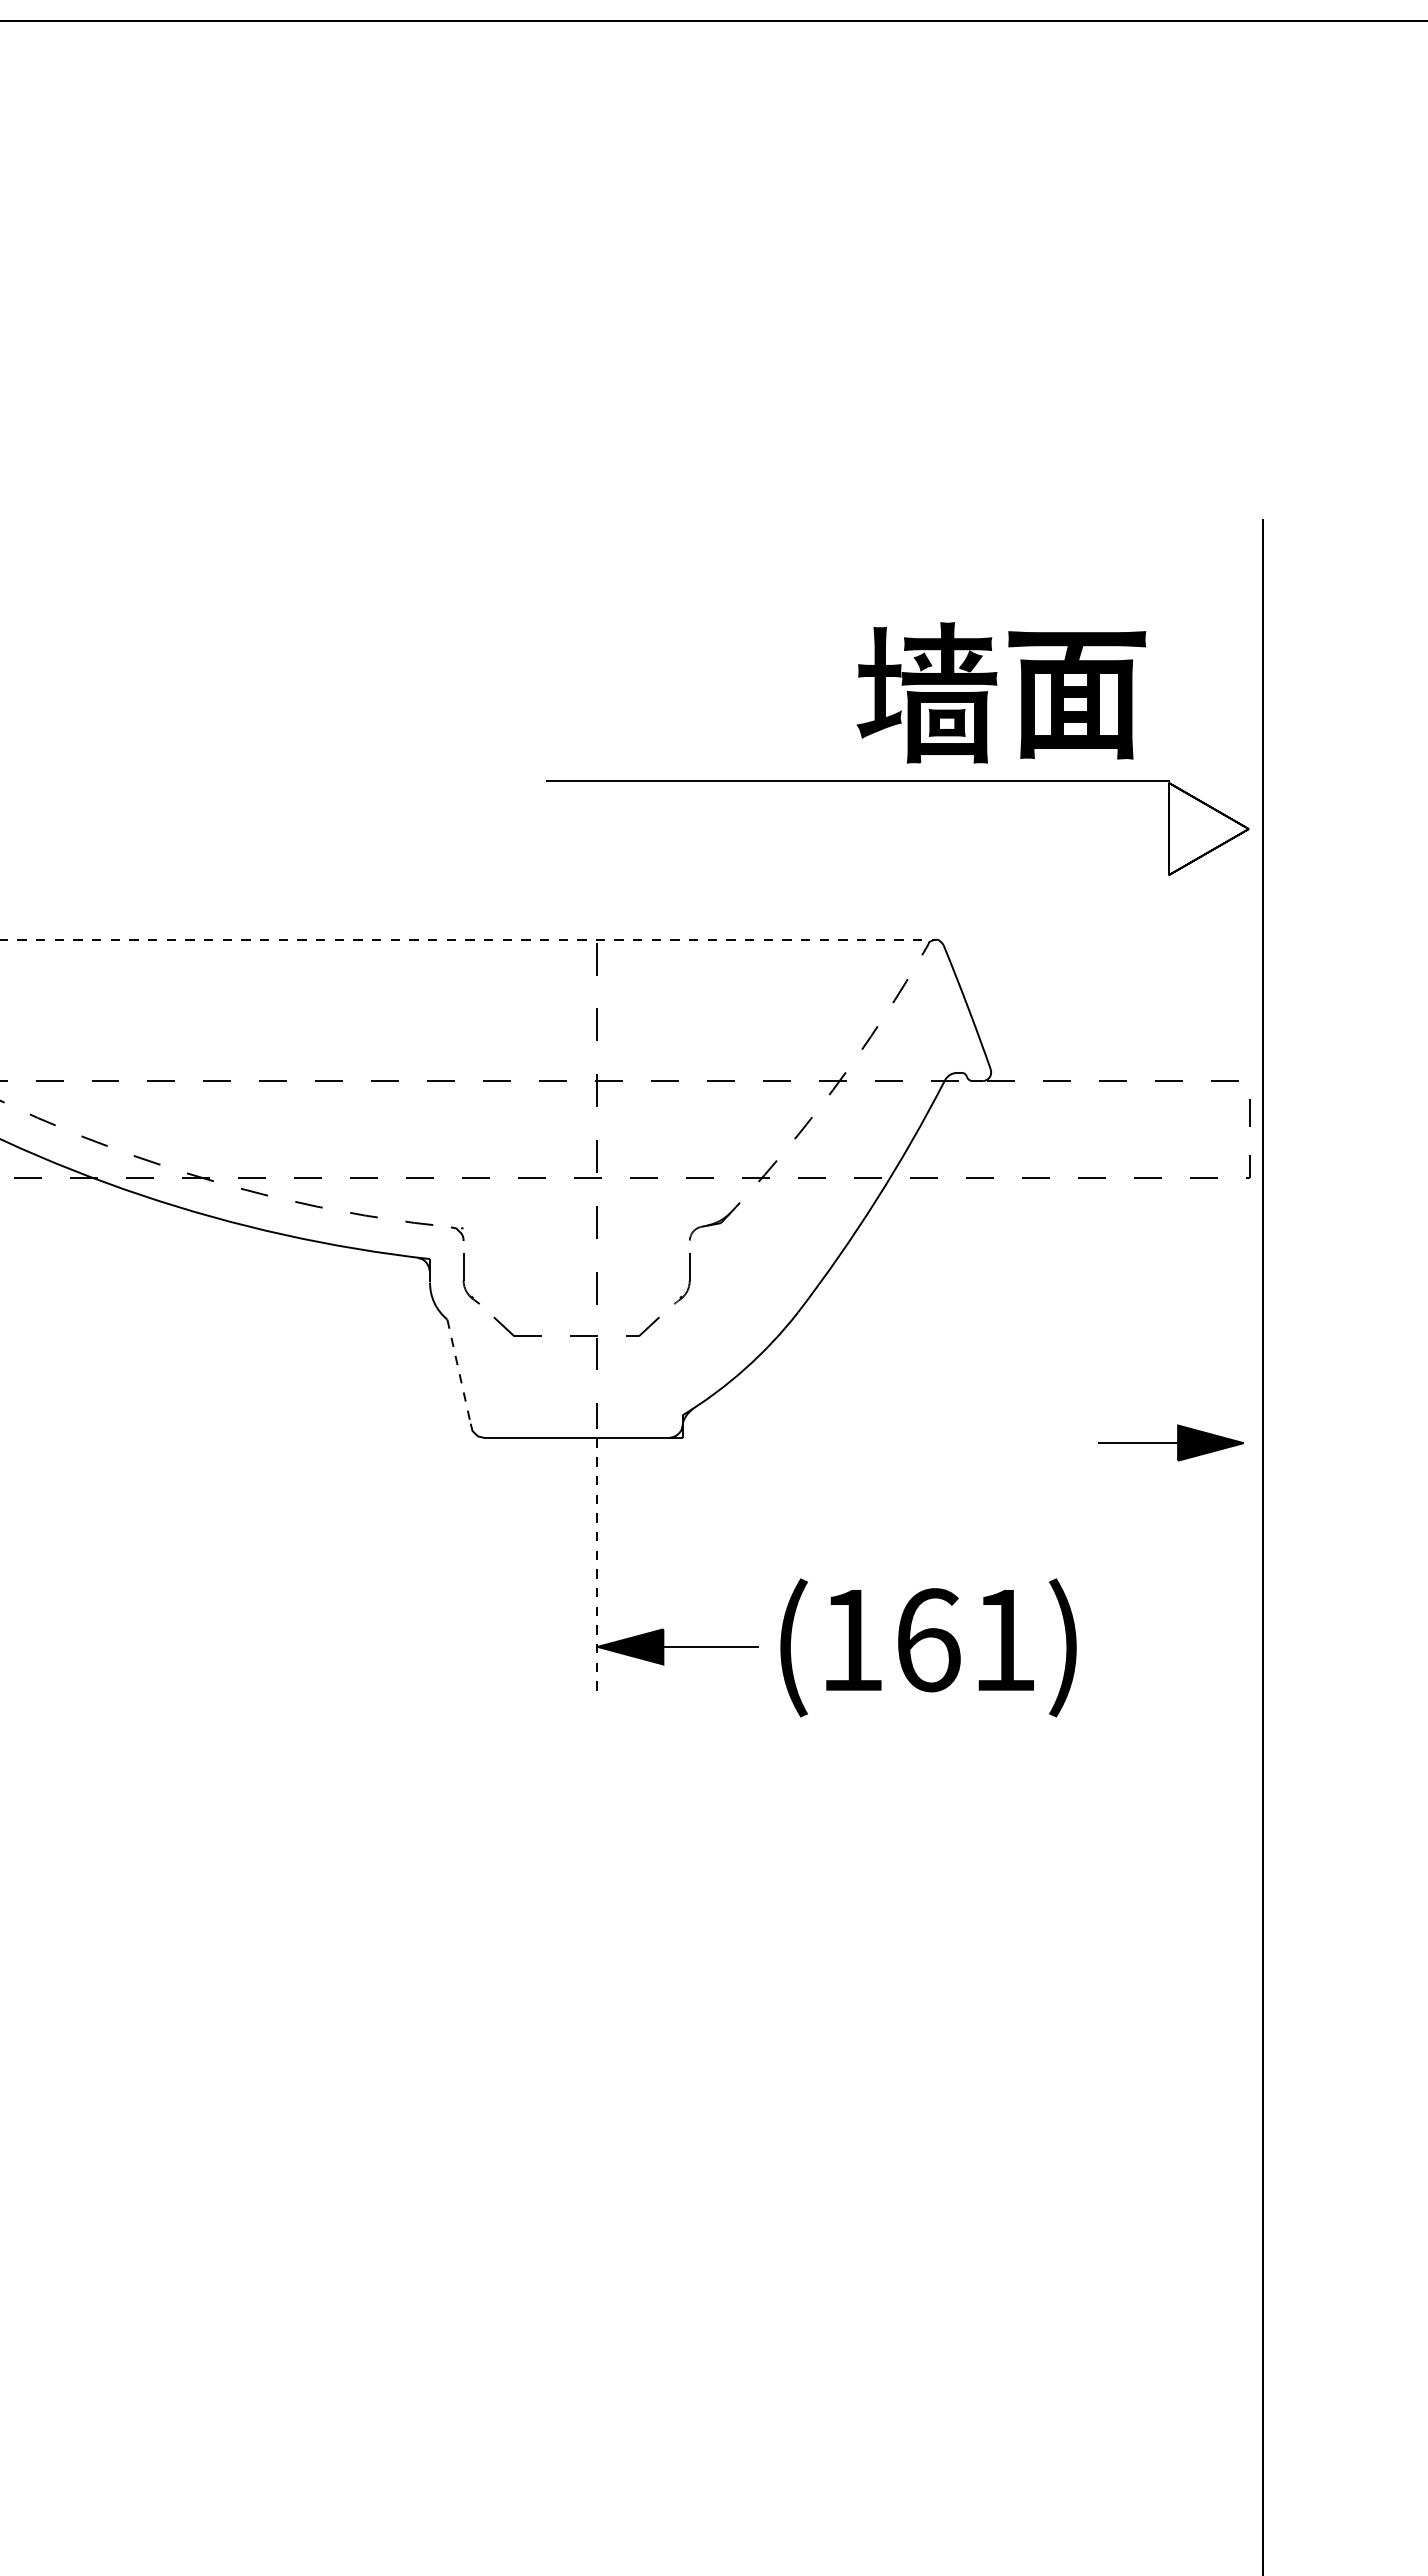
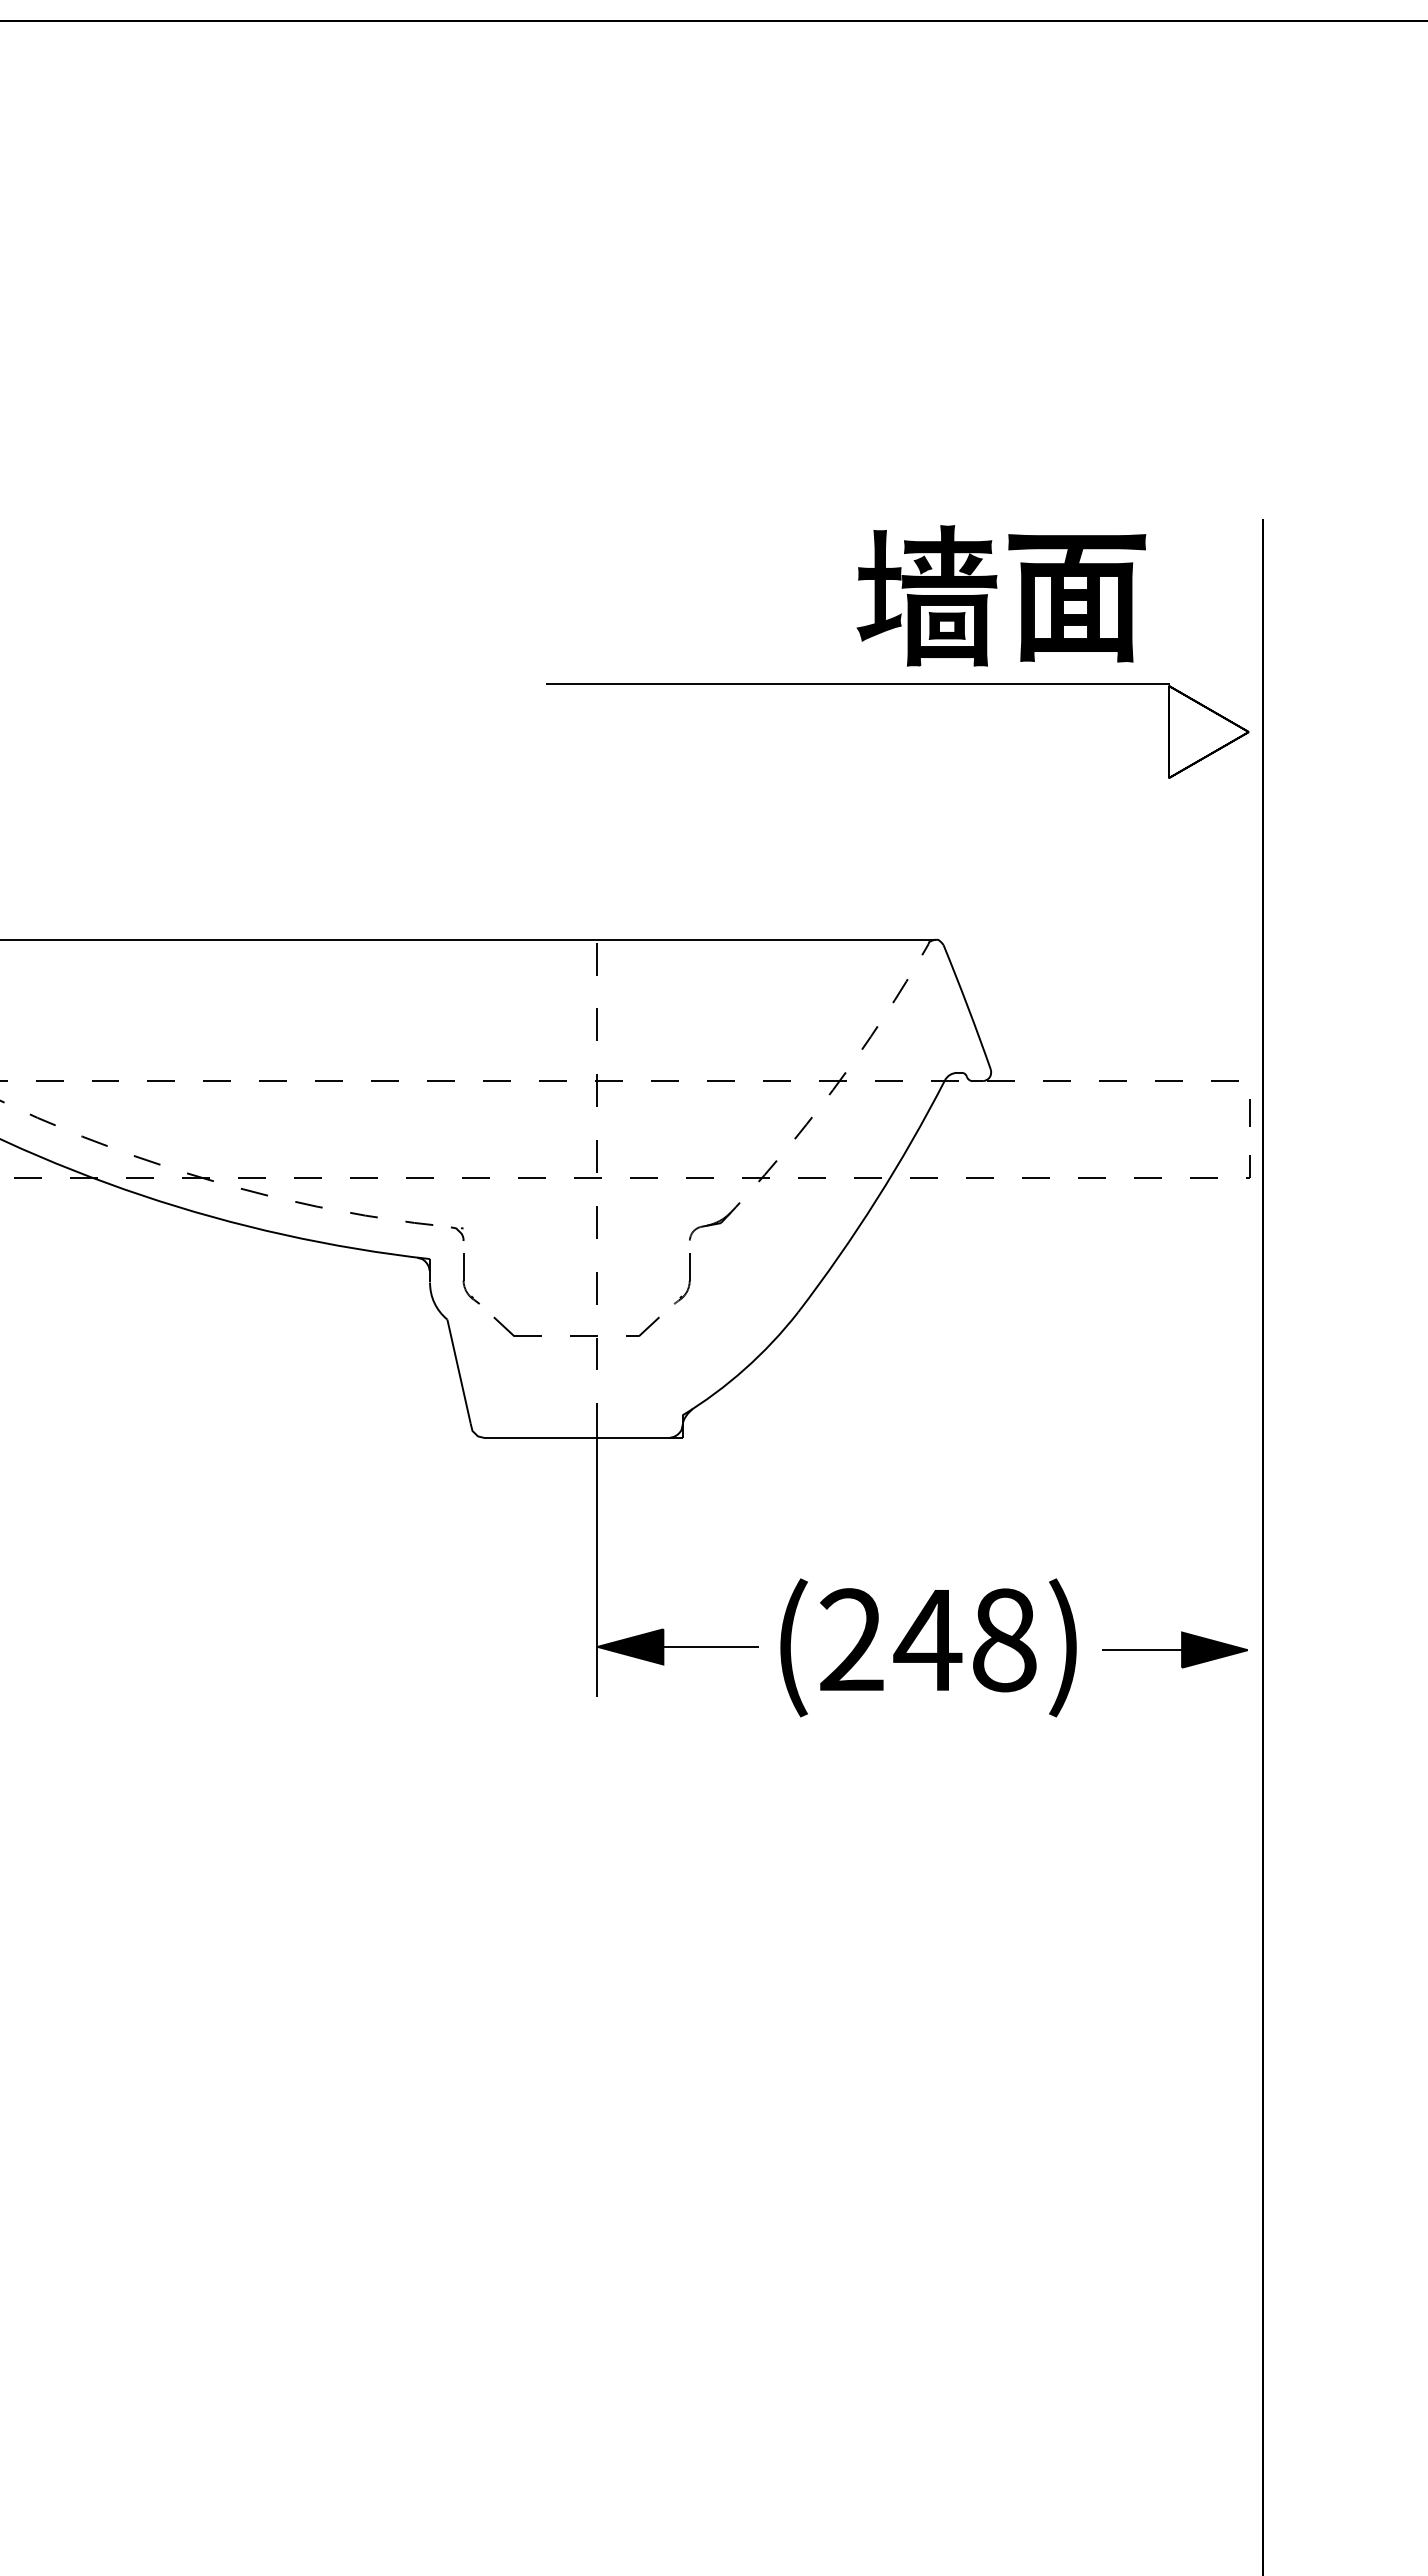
part at (907, 748) position: (907, 748) -> (907, 651)
line at (468, 939): dashed -> solid
line at (459, 1372): dashed -> solid
part at (1170, 1442) position: (1170, 1442) -> (1174, 1649)
line at (597, 1558): dashed -> solid
text at (928, 1640): (161) -> (248)
